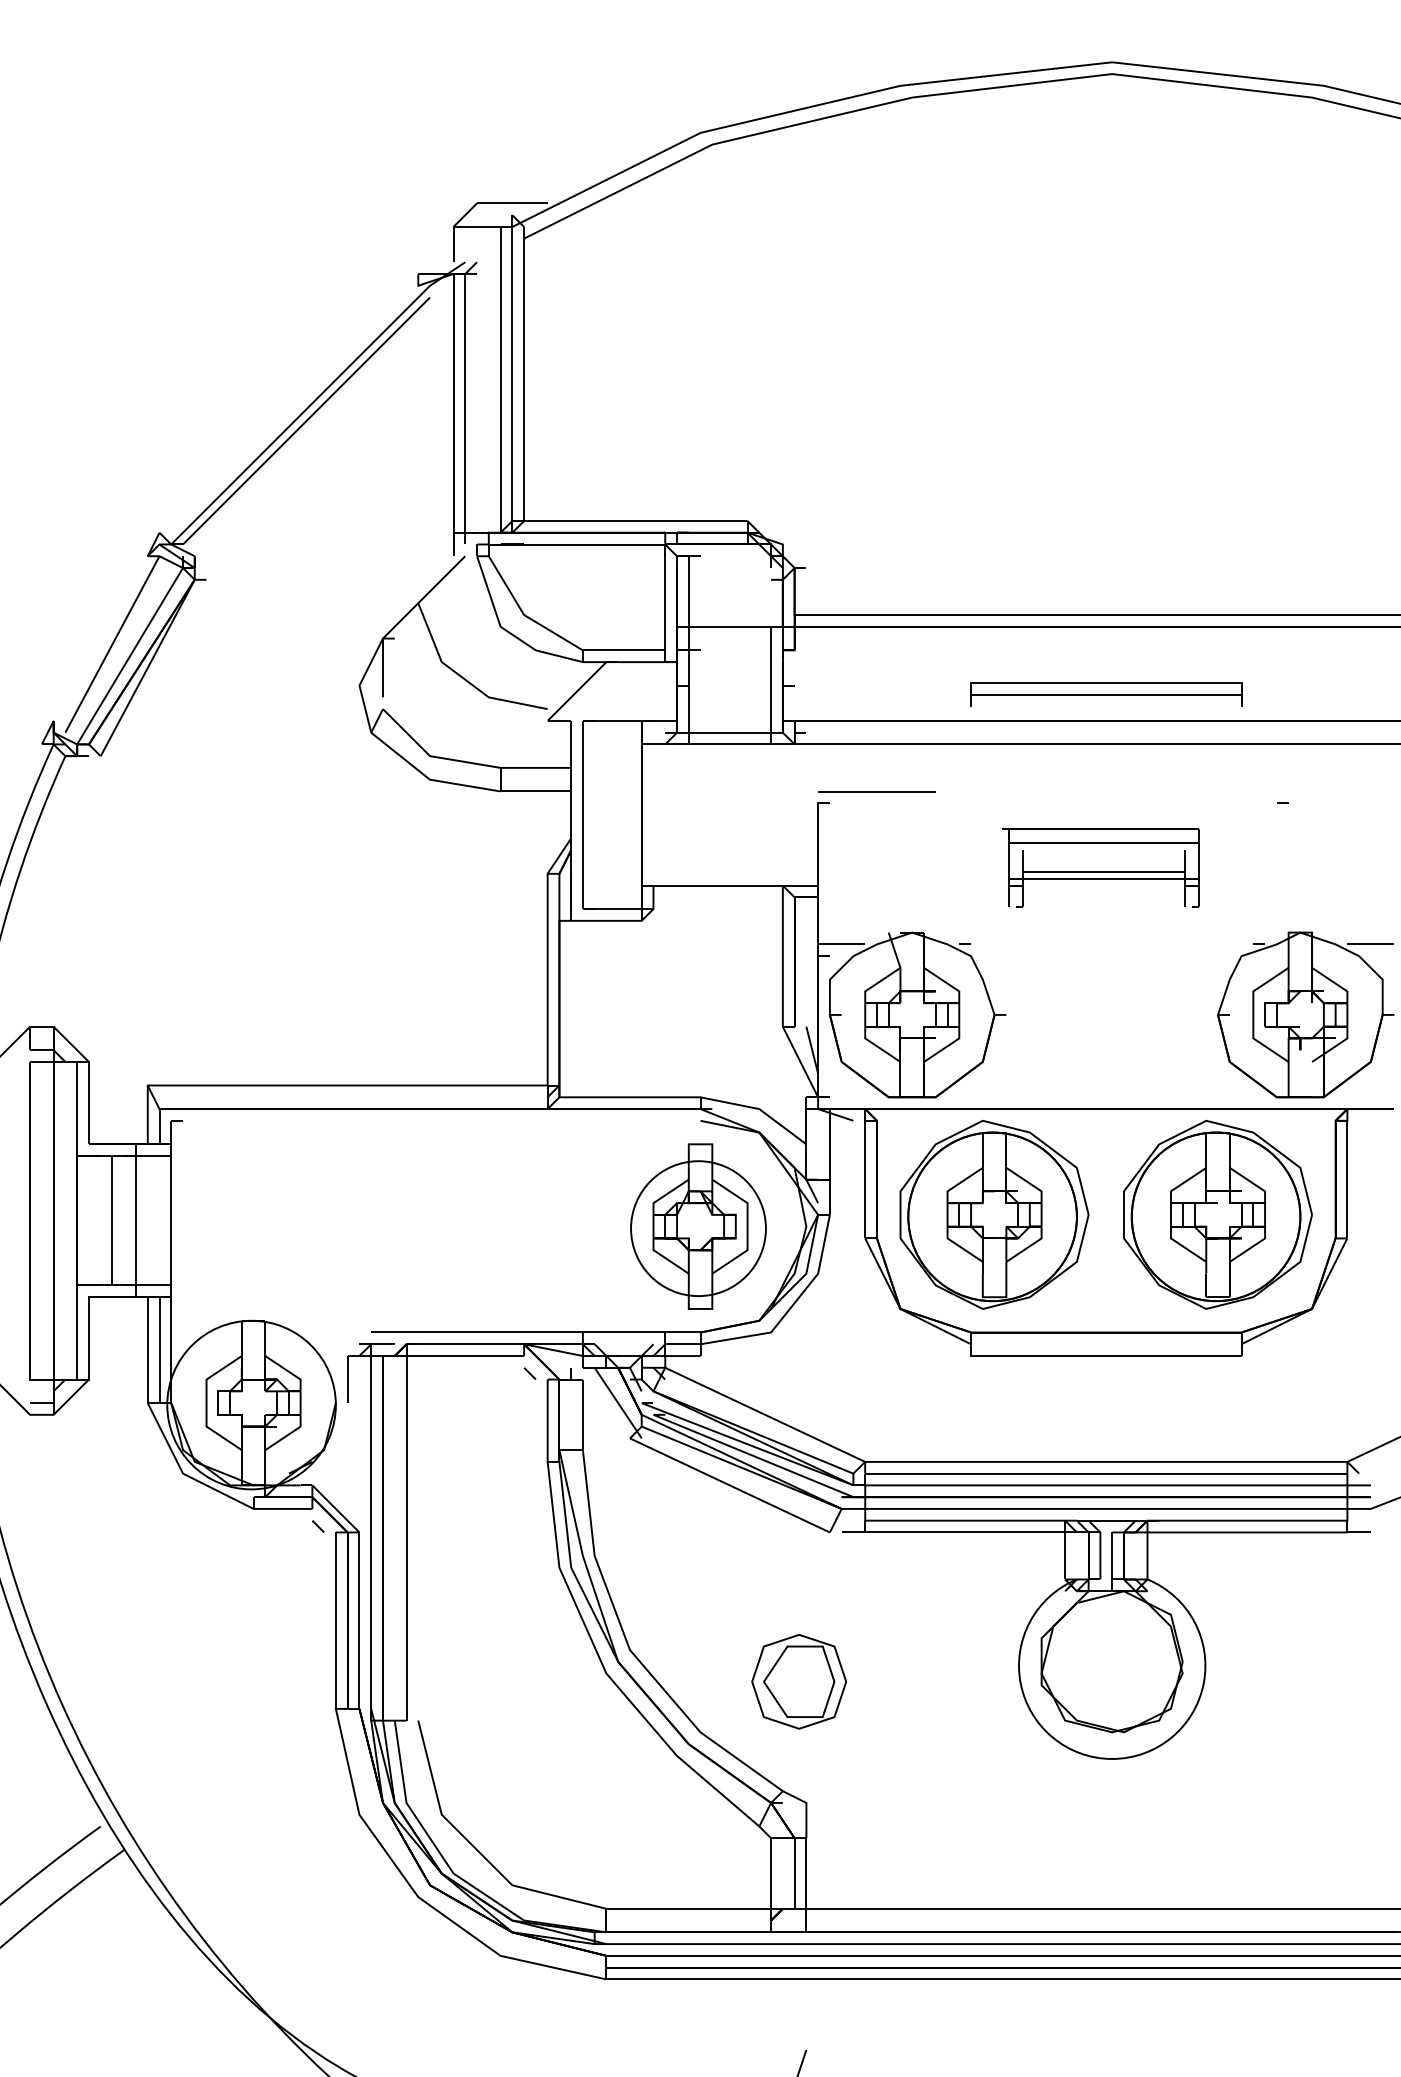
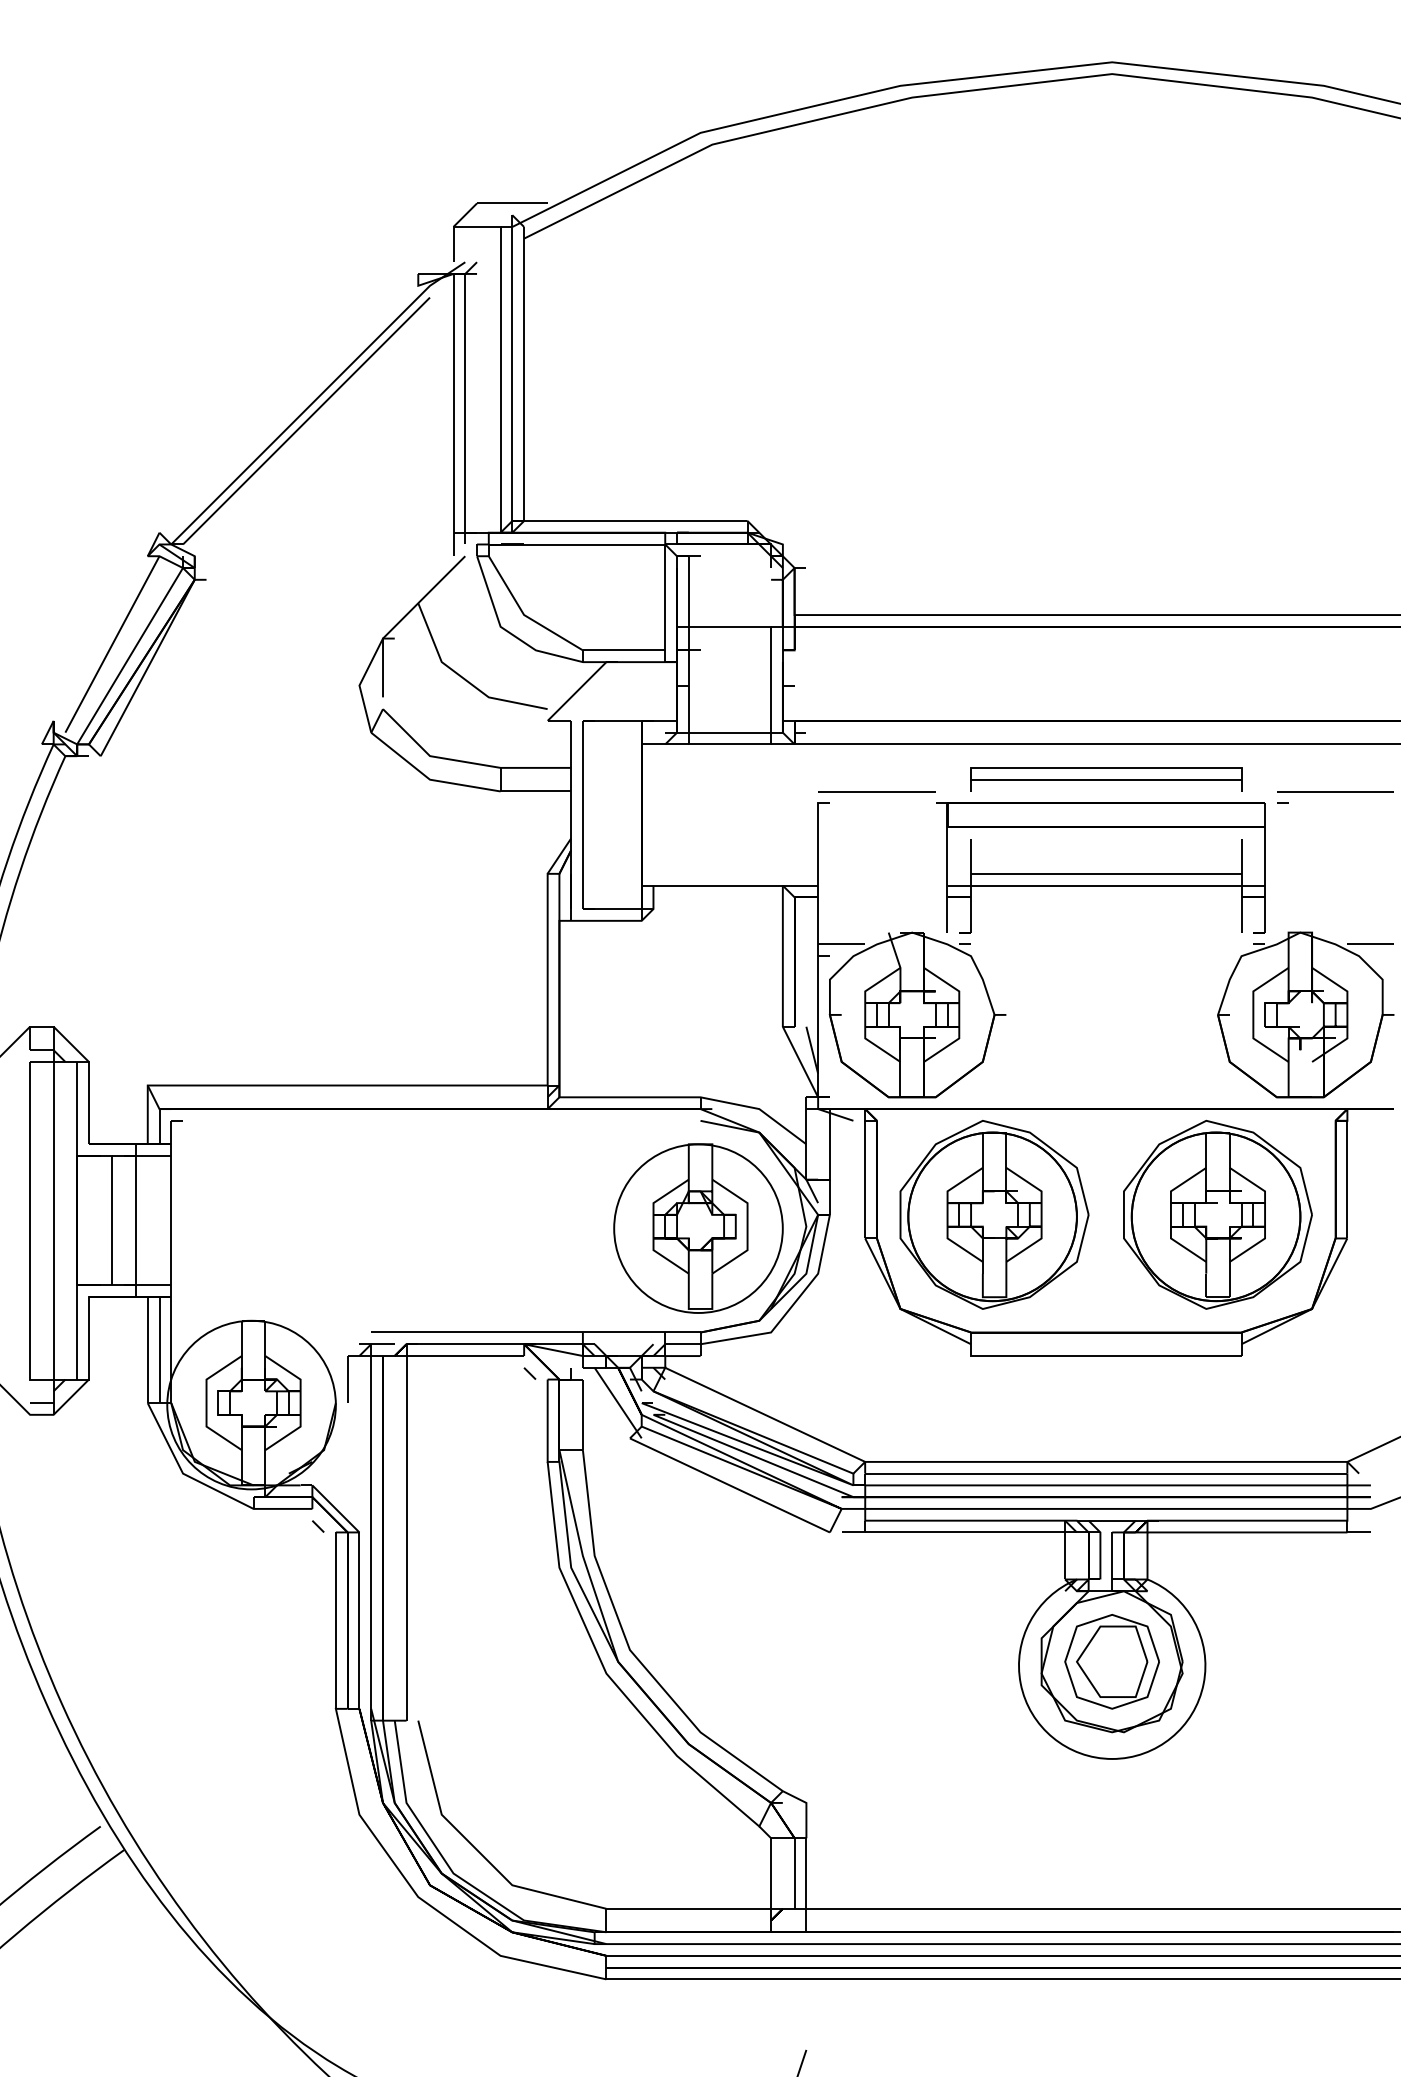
part at (1106, 694) position: (1106, 694) -> (1106, 779)
line at (1335, 791): none -> present
part at (1100, 867) size: 198x80 px -> 330x132 px
circle at (698, 1228) diameter: 135 px -> 169 px
part at (798, 1681) position: (798, 1681) -> (1111, 1661)
